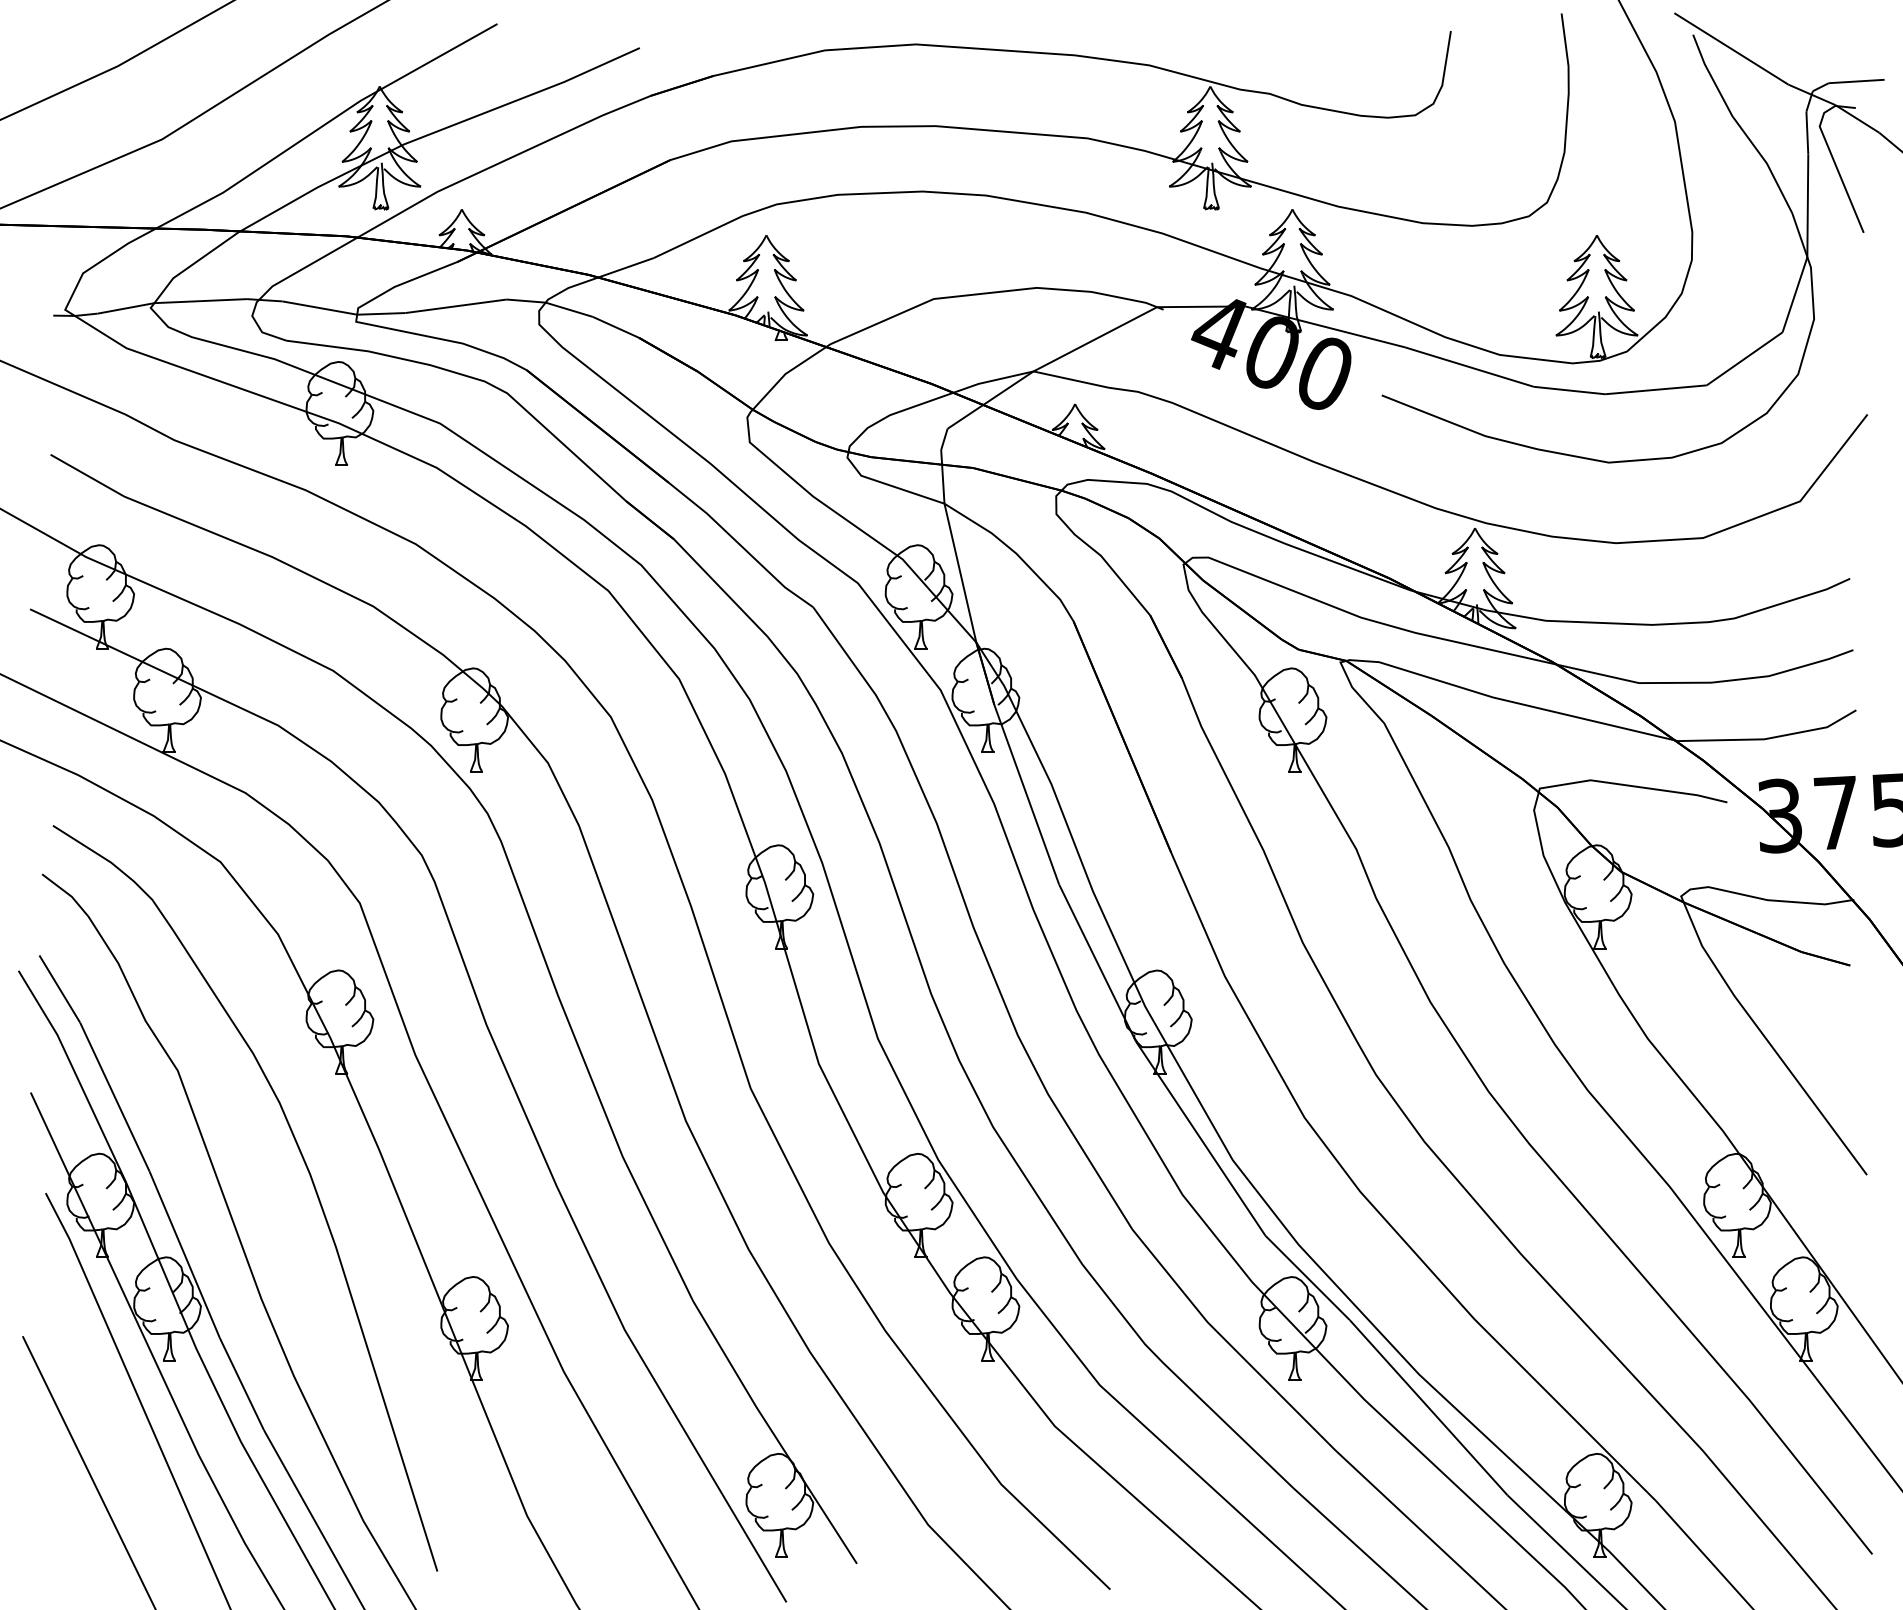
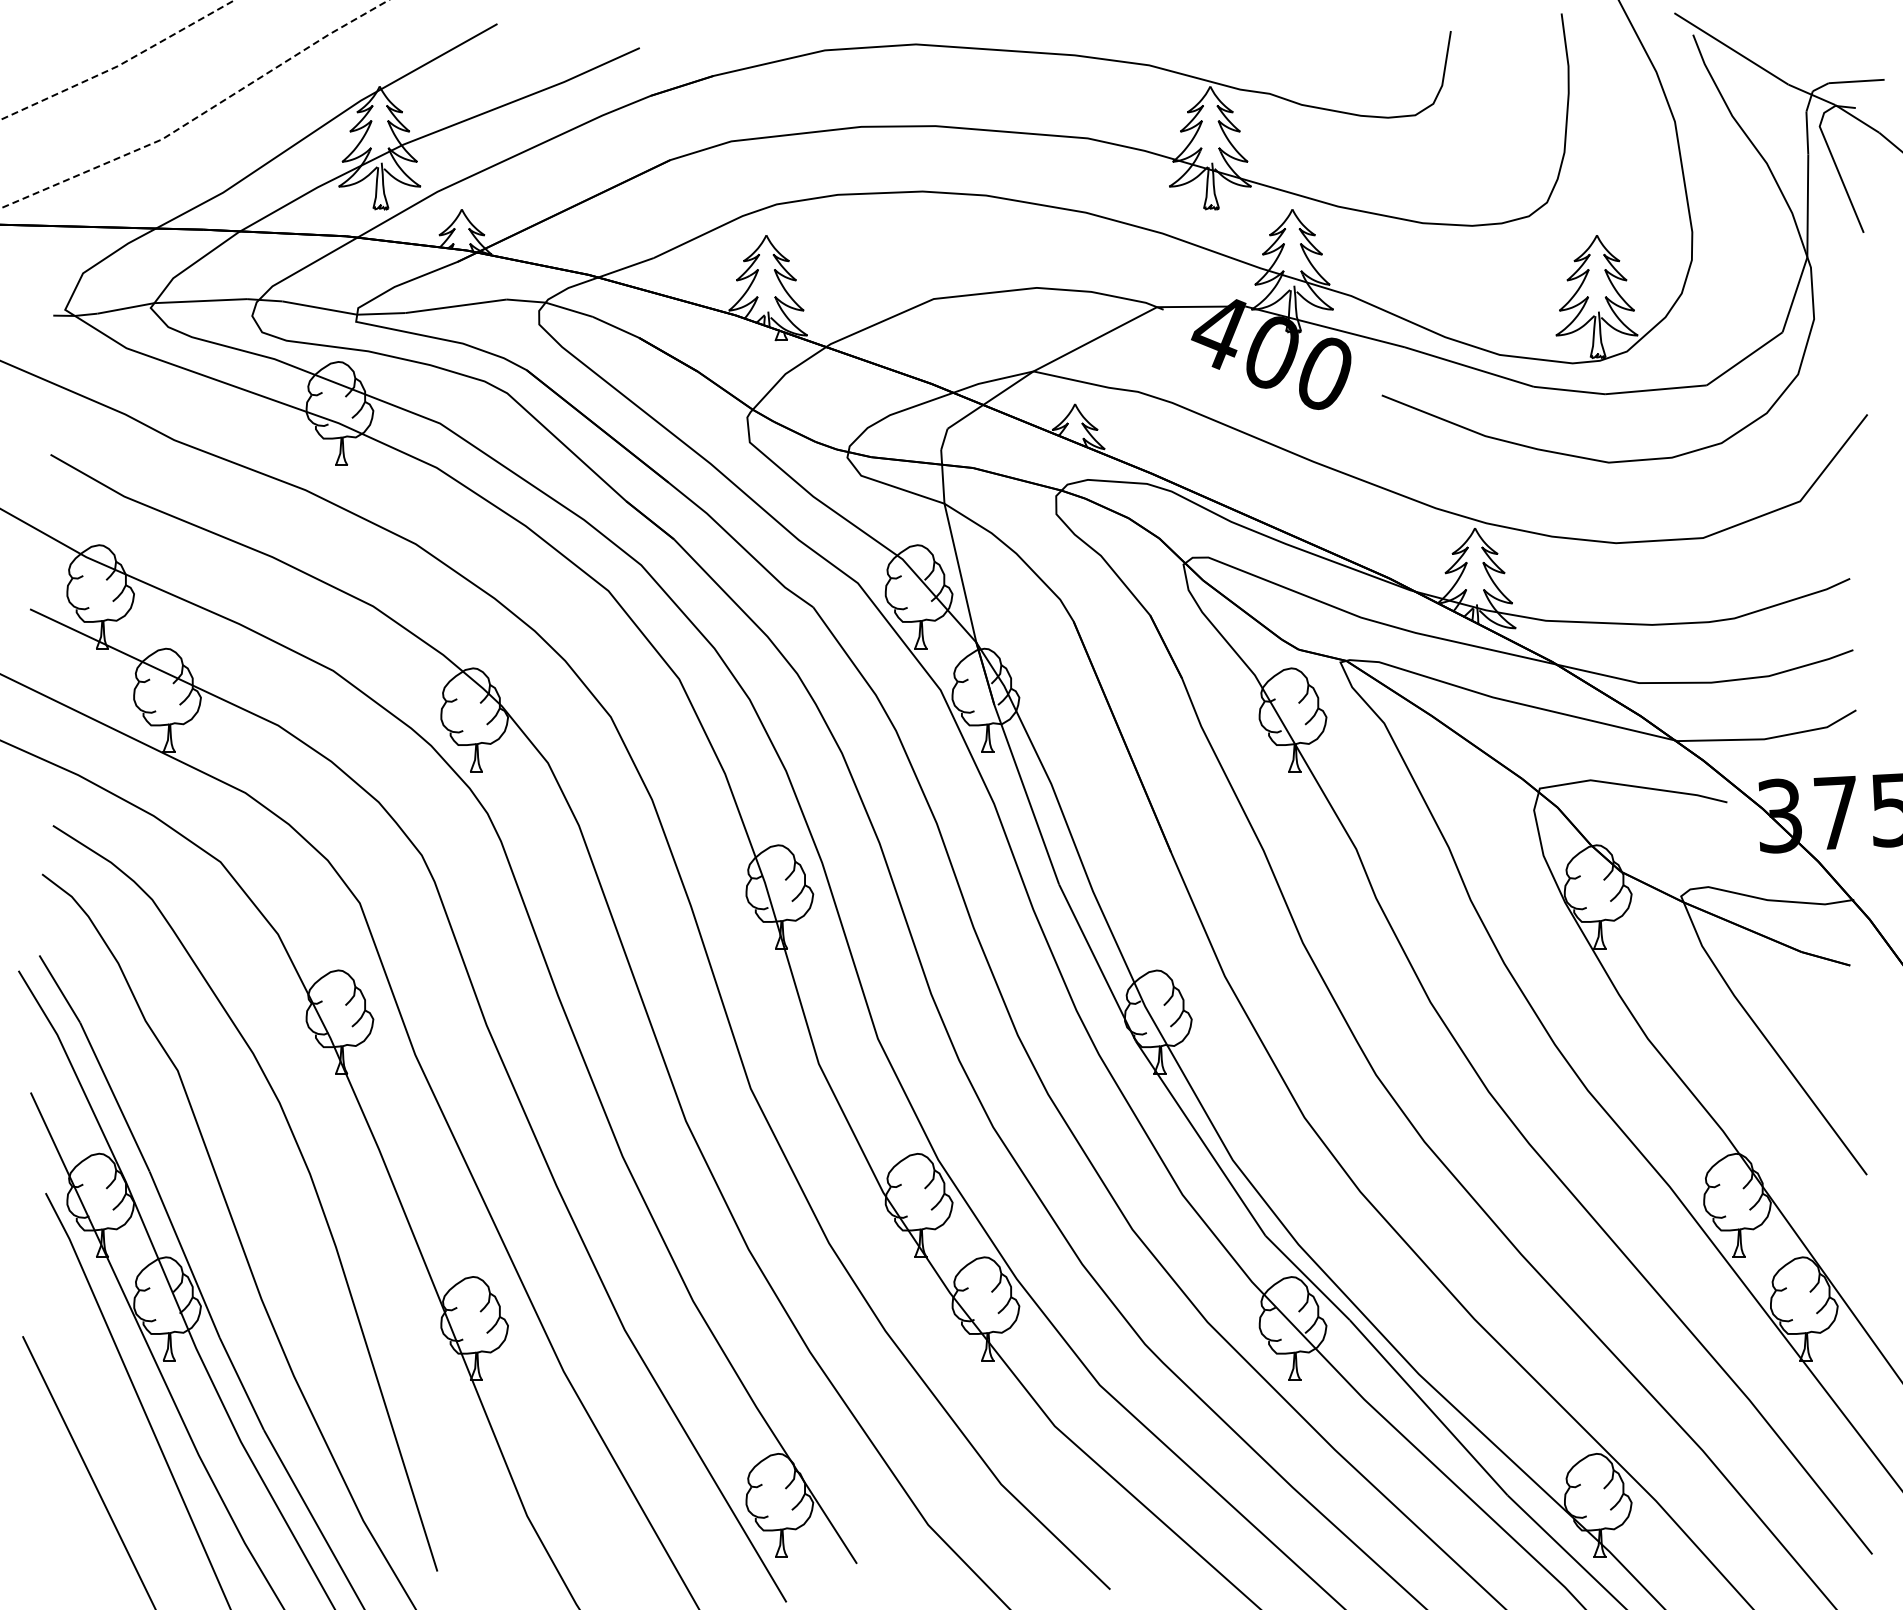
line at (120, 64): solid -> dashed
line at (201, 114): solid -> dashed
